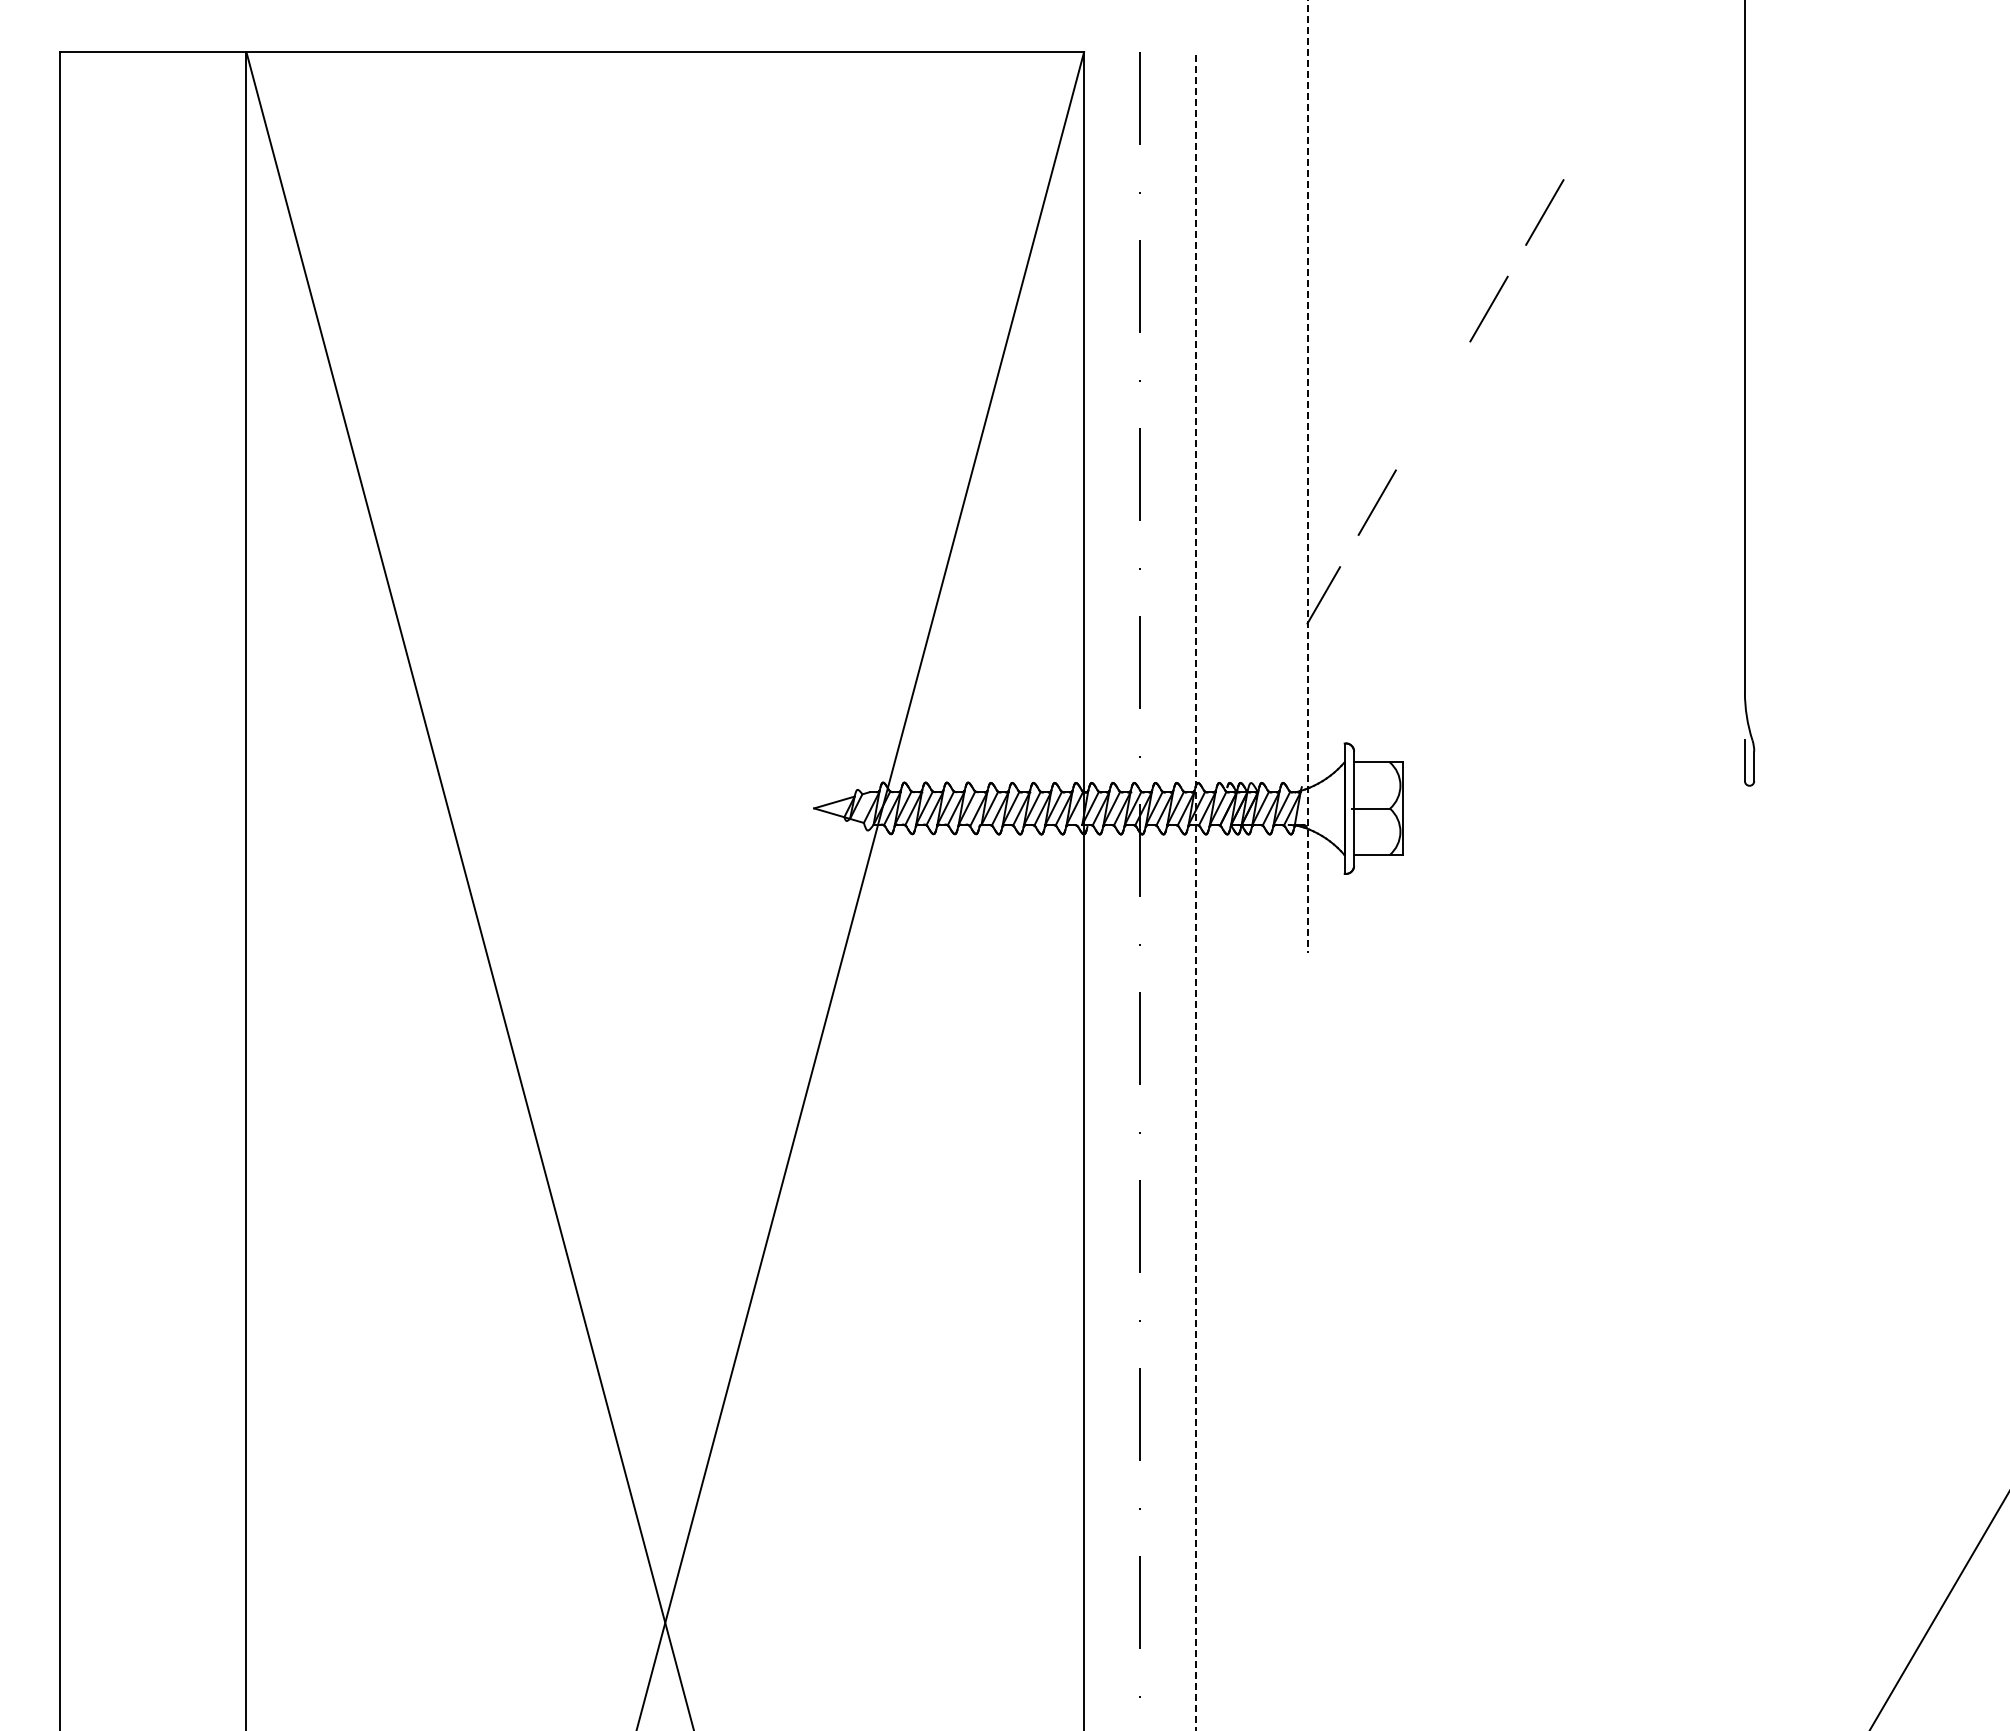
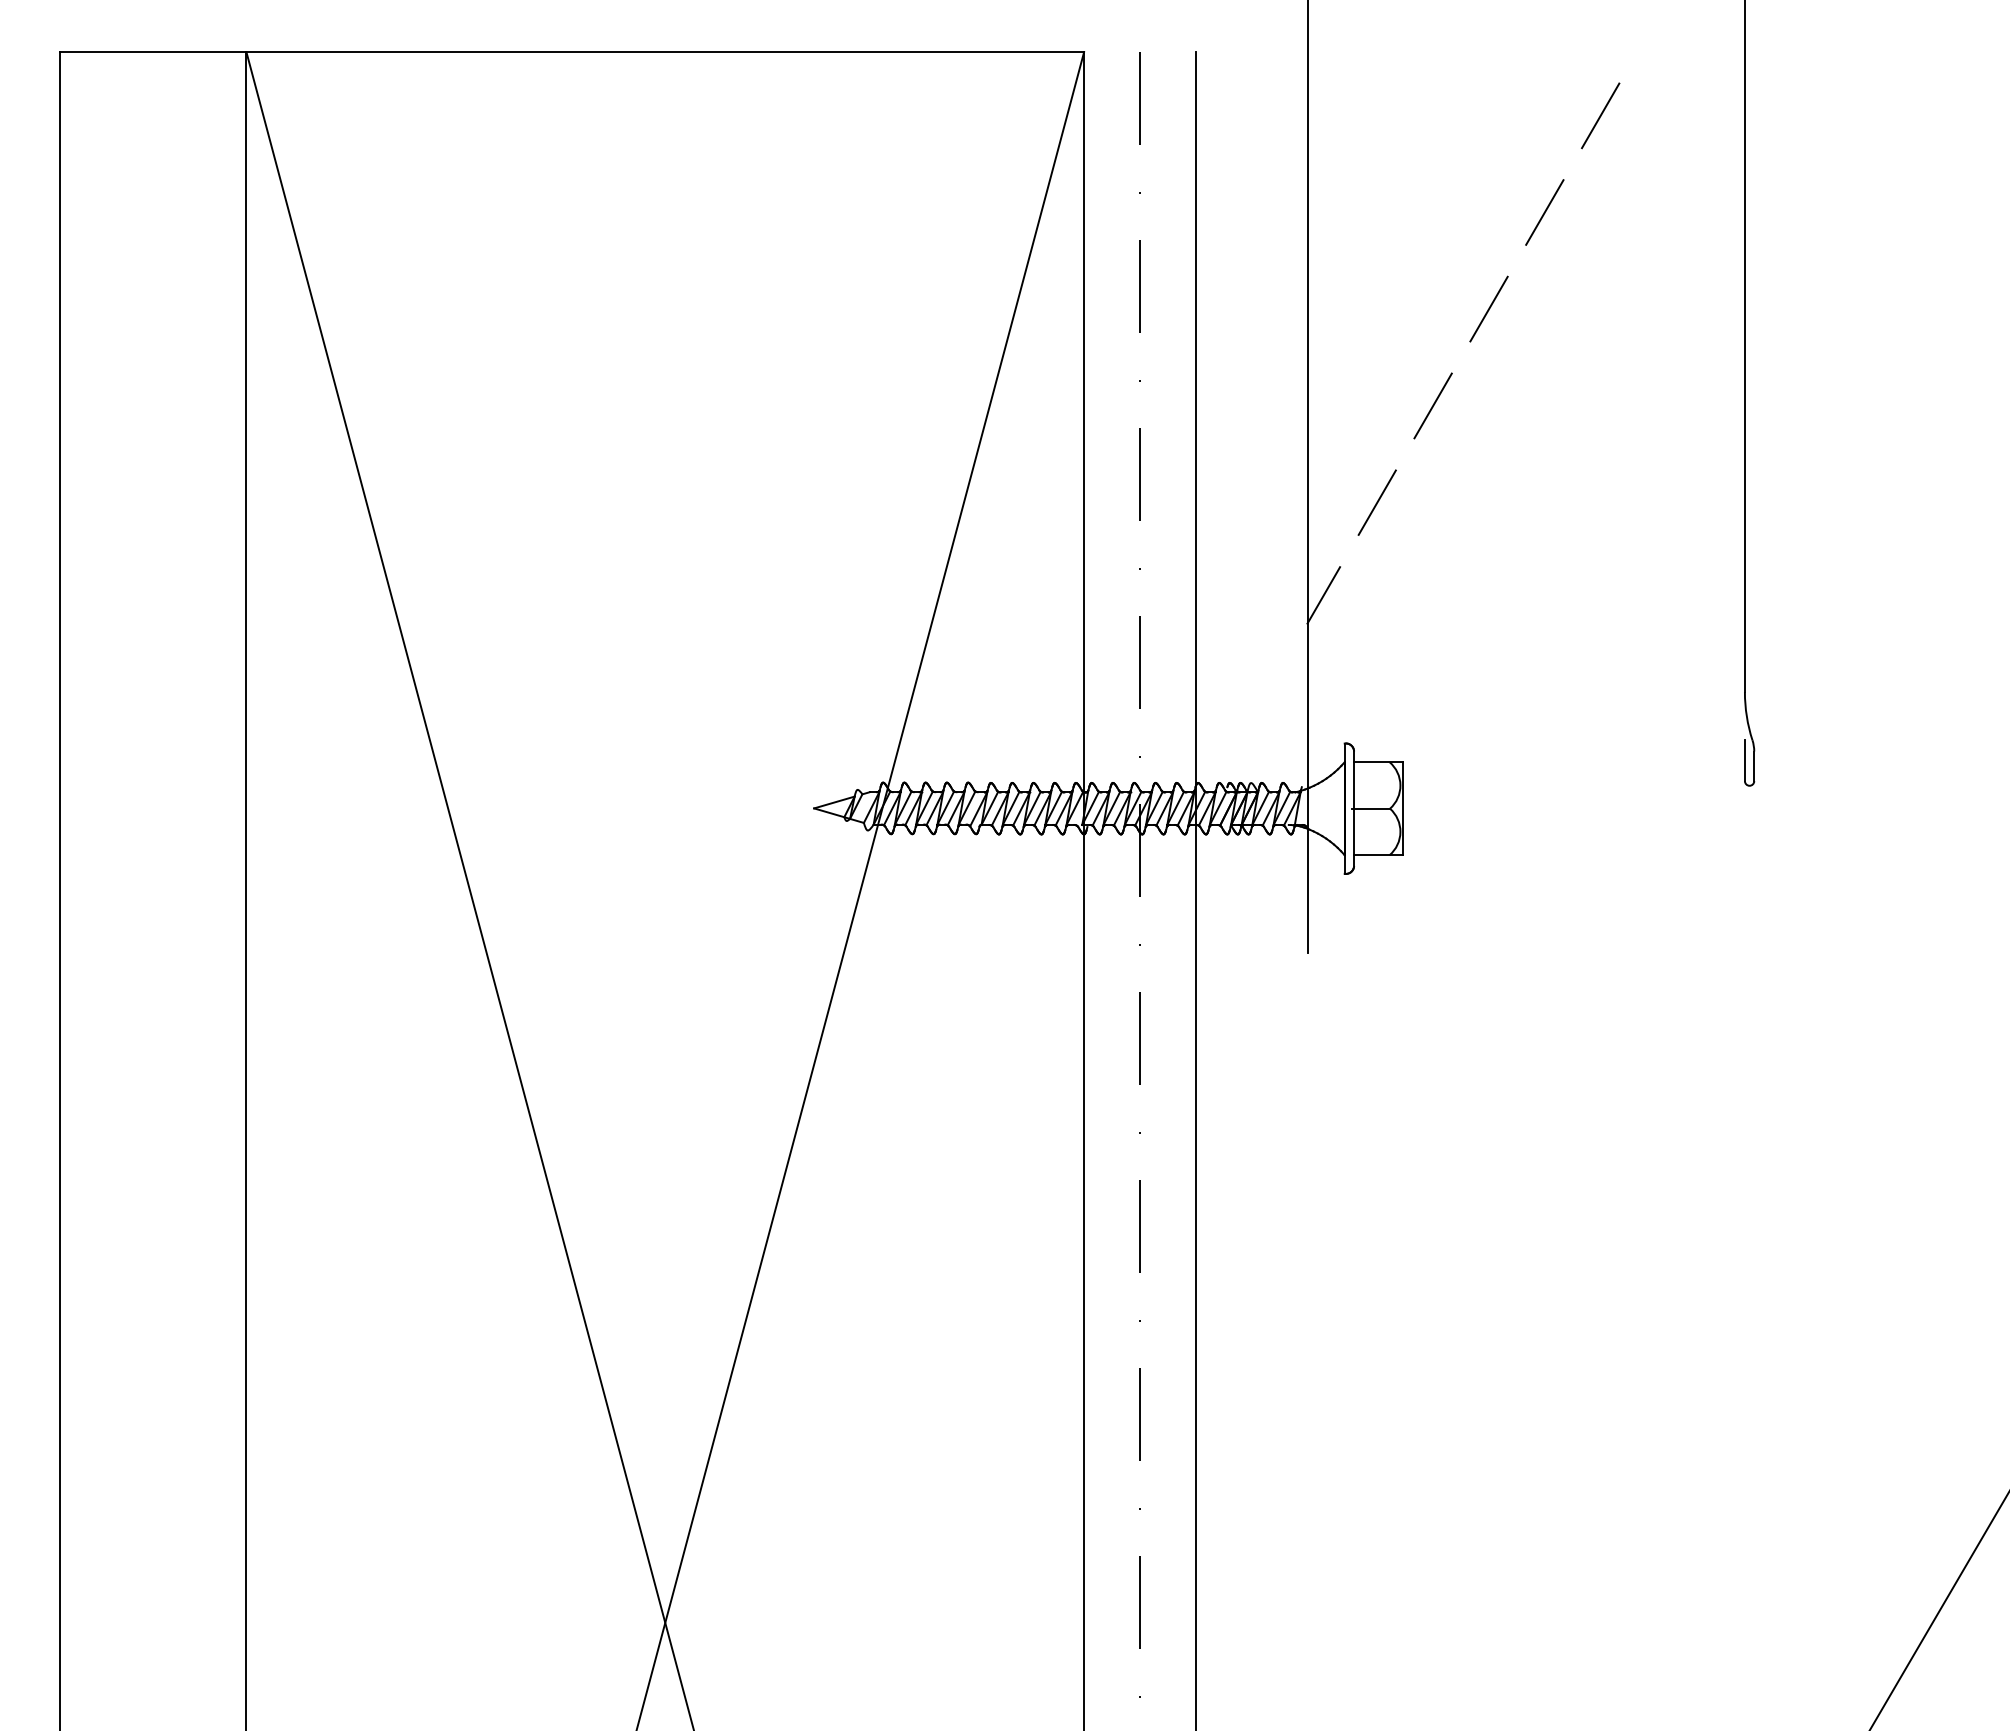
line at (1600, 115): none -> present
line at (1432, 405): none -> present
line at (1307, 476): dashed -> solid
line at (1195, 890): dashed -> solid
